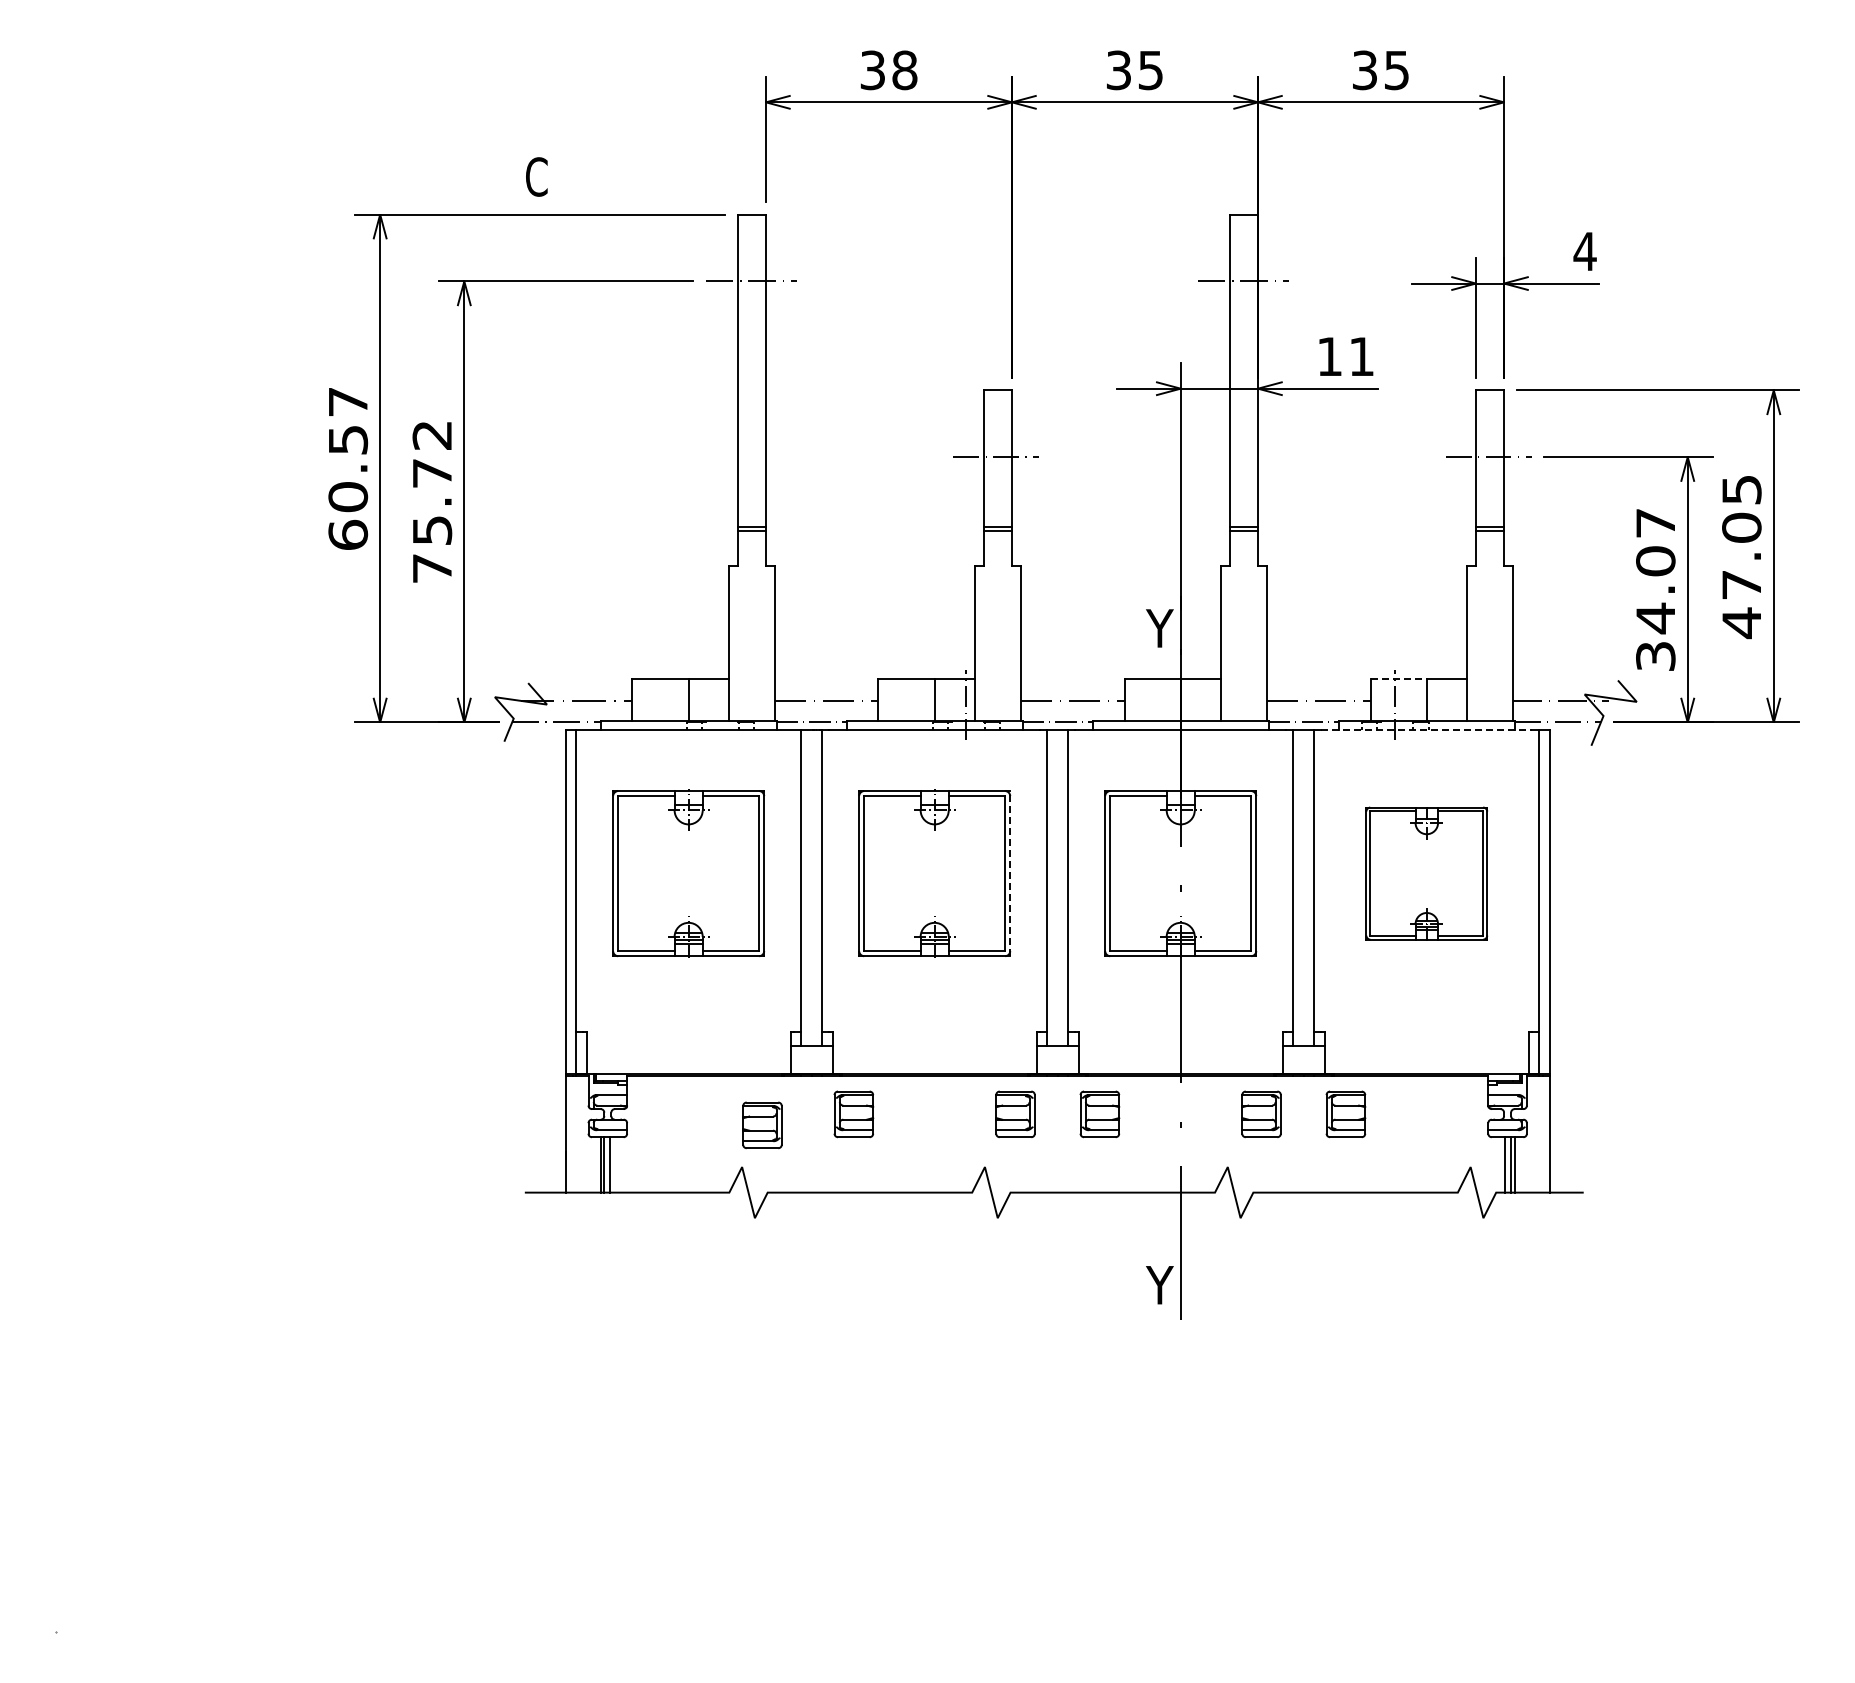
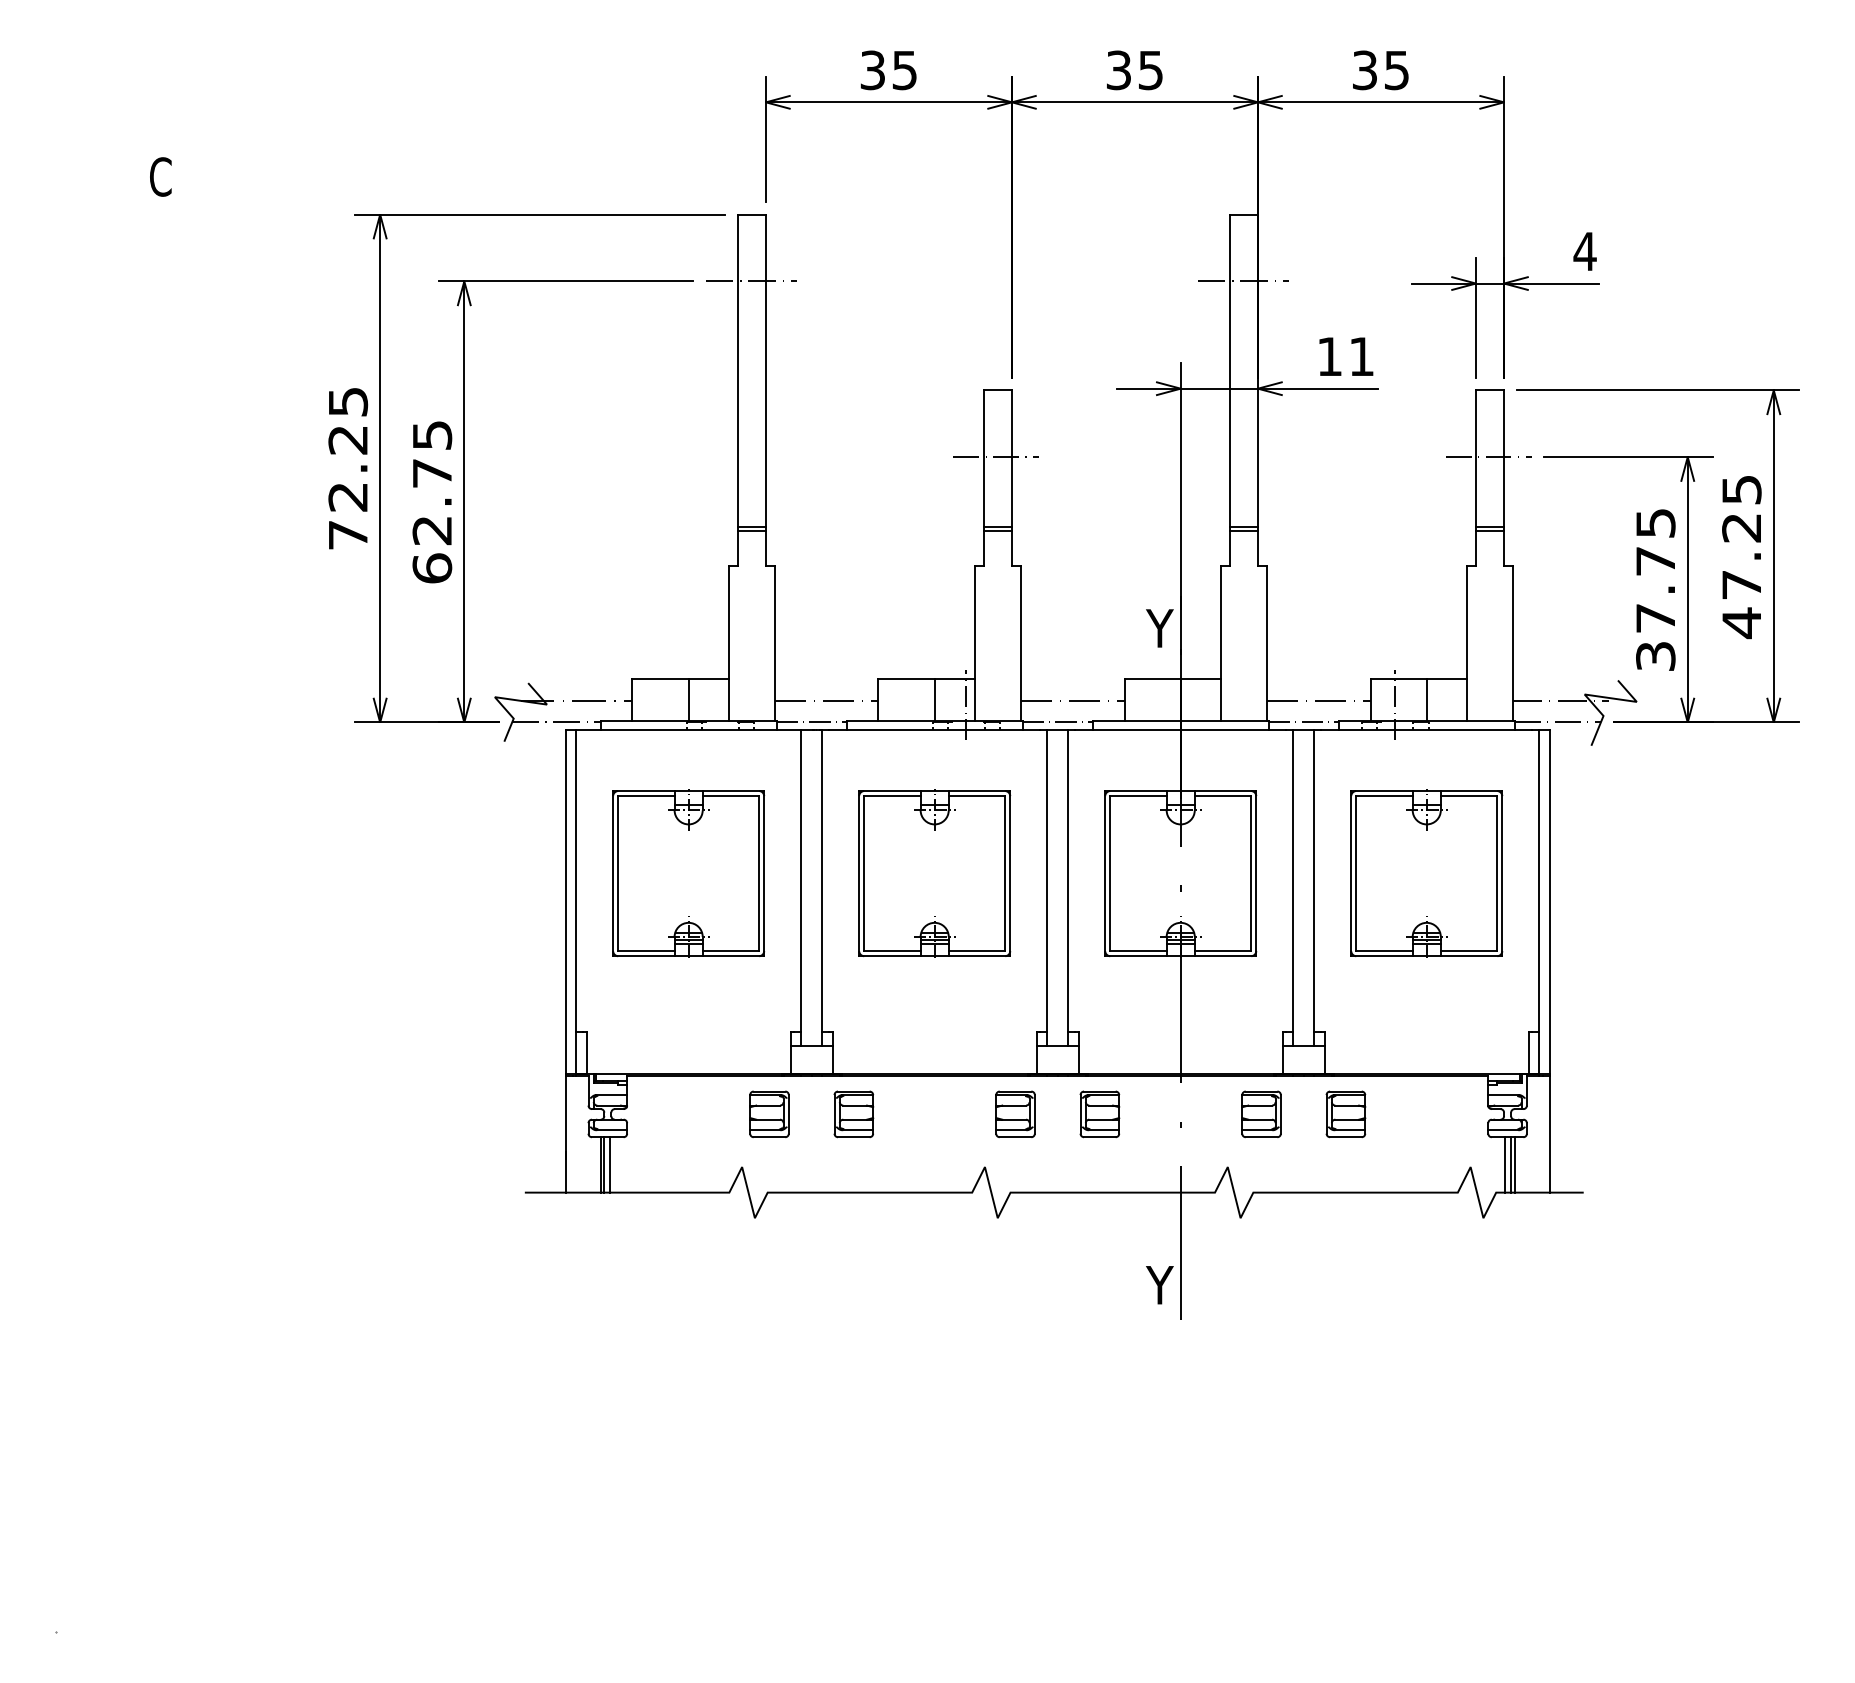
text at (904, 70): 38 -> 35
text at (536, 176) position: (536, 176) -> (160, 176)
text at (348, 468): 60.57 -> 72.25
text at (432, 502): 75.72 -> 62.75
text at (1741, 527): 47.05 -> 47.25
text at (1655, 571): 34.07 -> 37.75
line at (1399, 678): dashed -> solid
line at (1427, 729): dashed -> solid
line at (1010, 873): dashed -> solid
part at (1426, 873) size: 124x135 px -> 154x169 px
part at (762, 1124) position: (762, 1124) -> (769, 1113)
